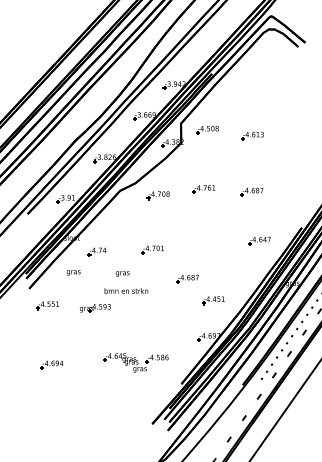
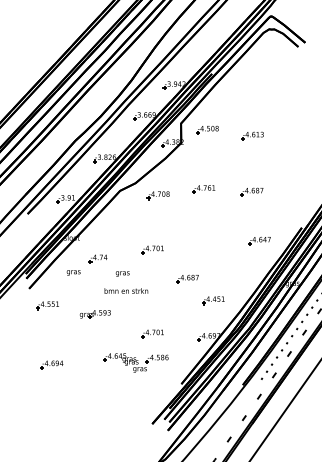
part at (96, 251) position: (96, 251) -> (97, 258)
part at (94, 308) position: (94, 308) -> (94, 314)
part at (152, 333): none -> present
